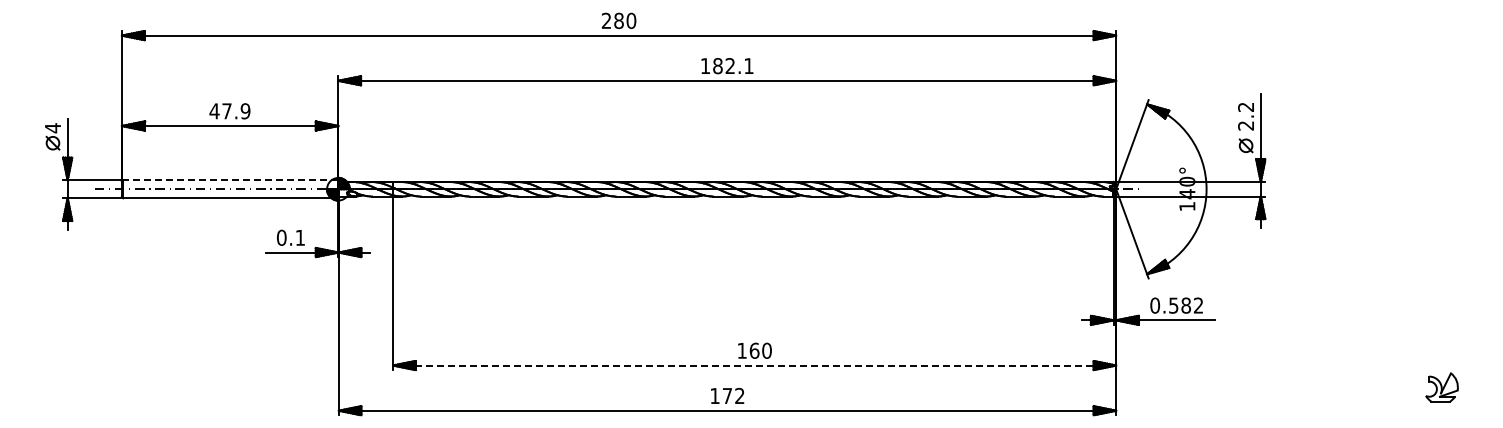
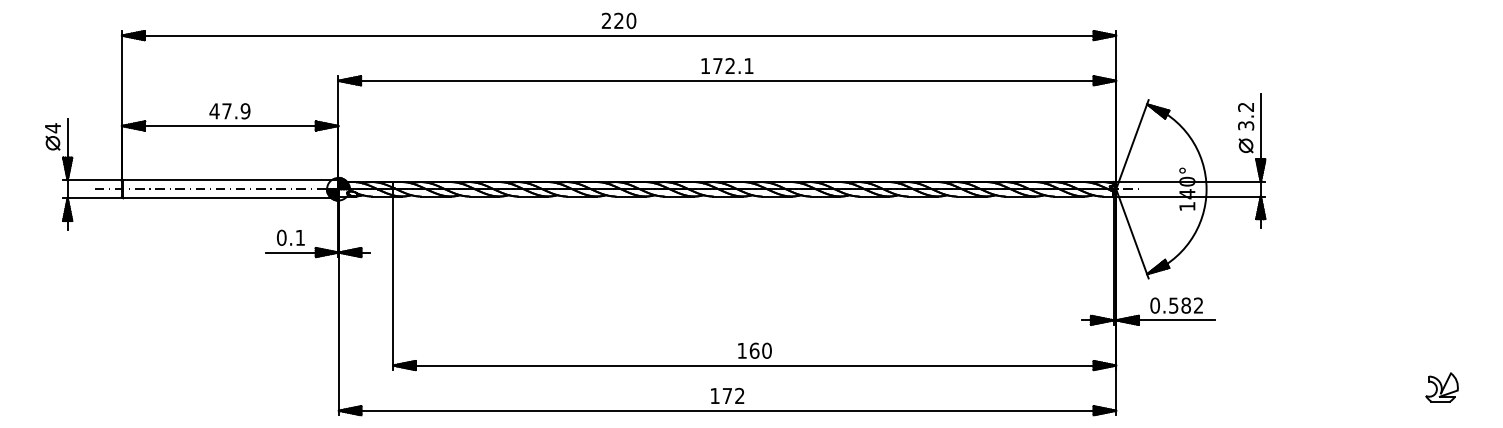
text at (618, 20): 280 -> 220
text at (717, 66): 182.1 -> 172.1
text at (1246, 125): 2.2 -> 3.2
line at (230, 180): dashed -> solid
line at (754, 365): dashed -> solid
